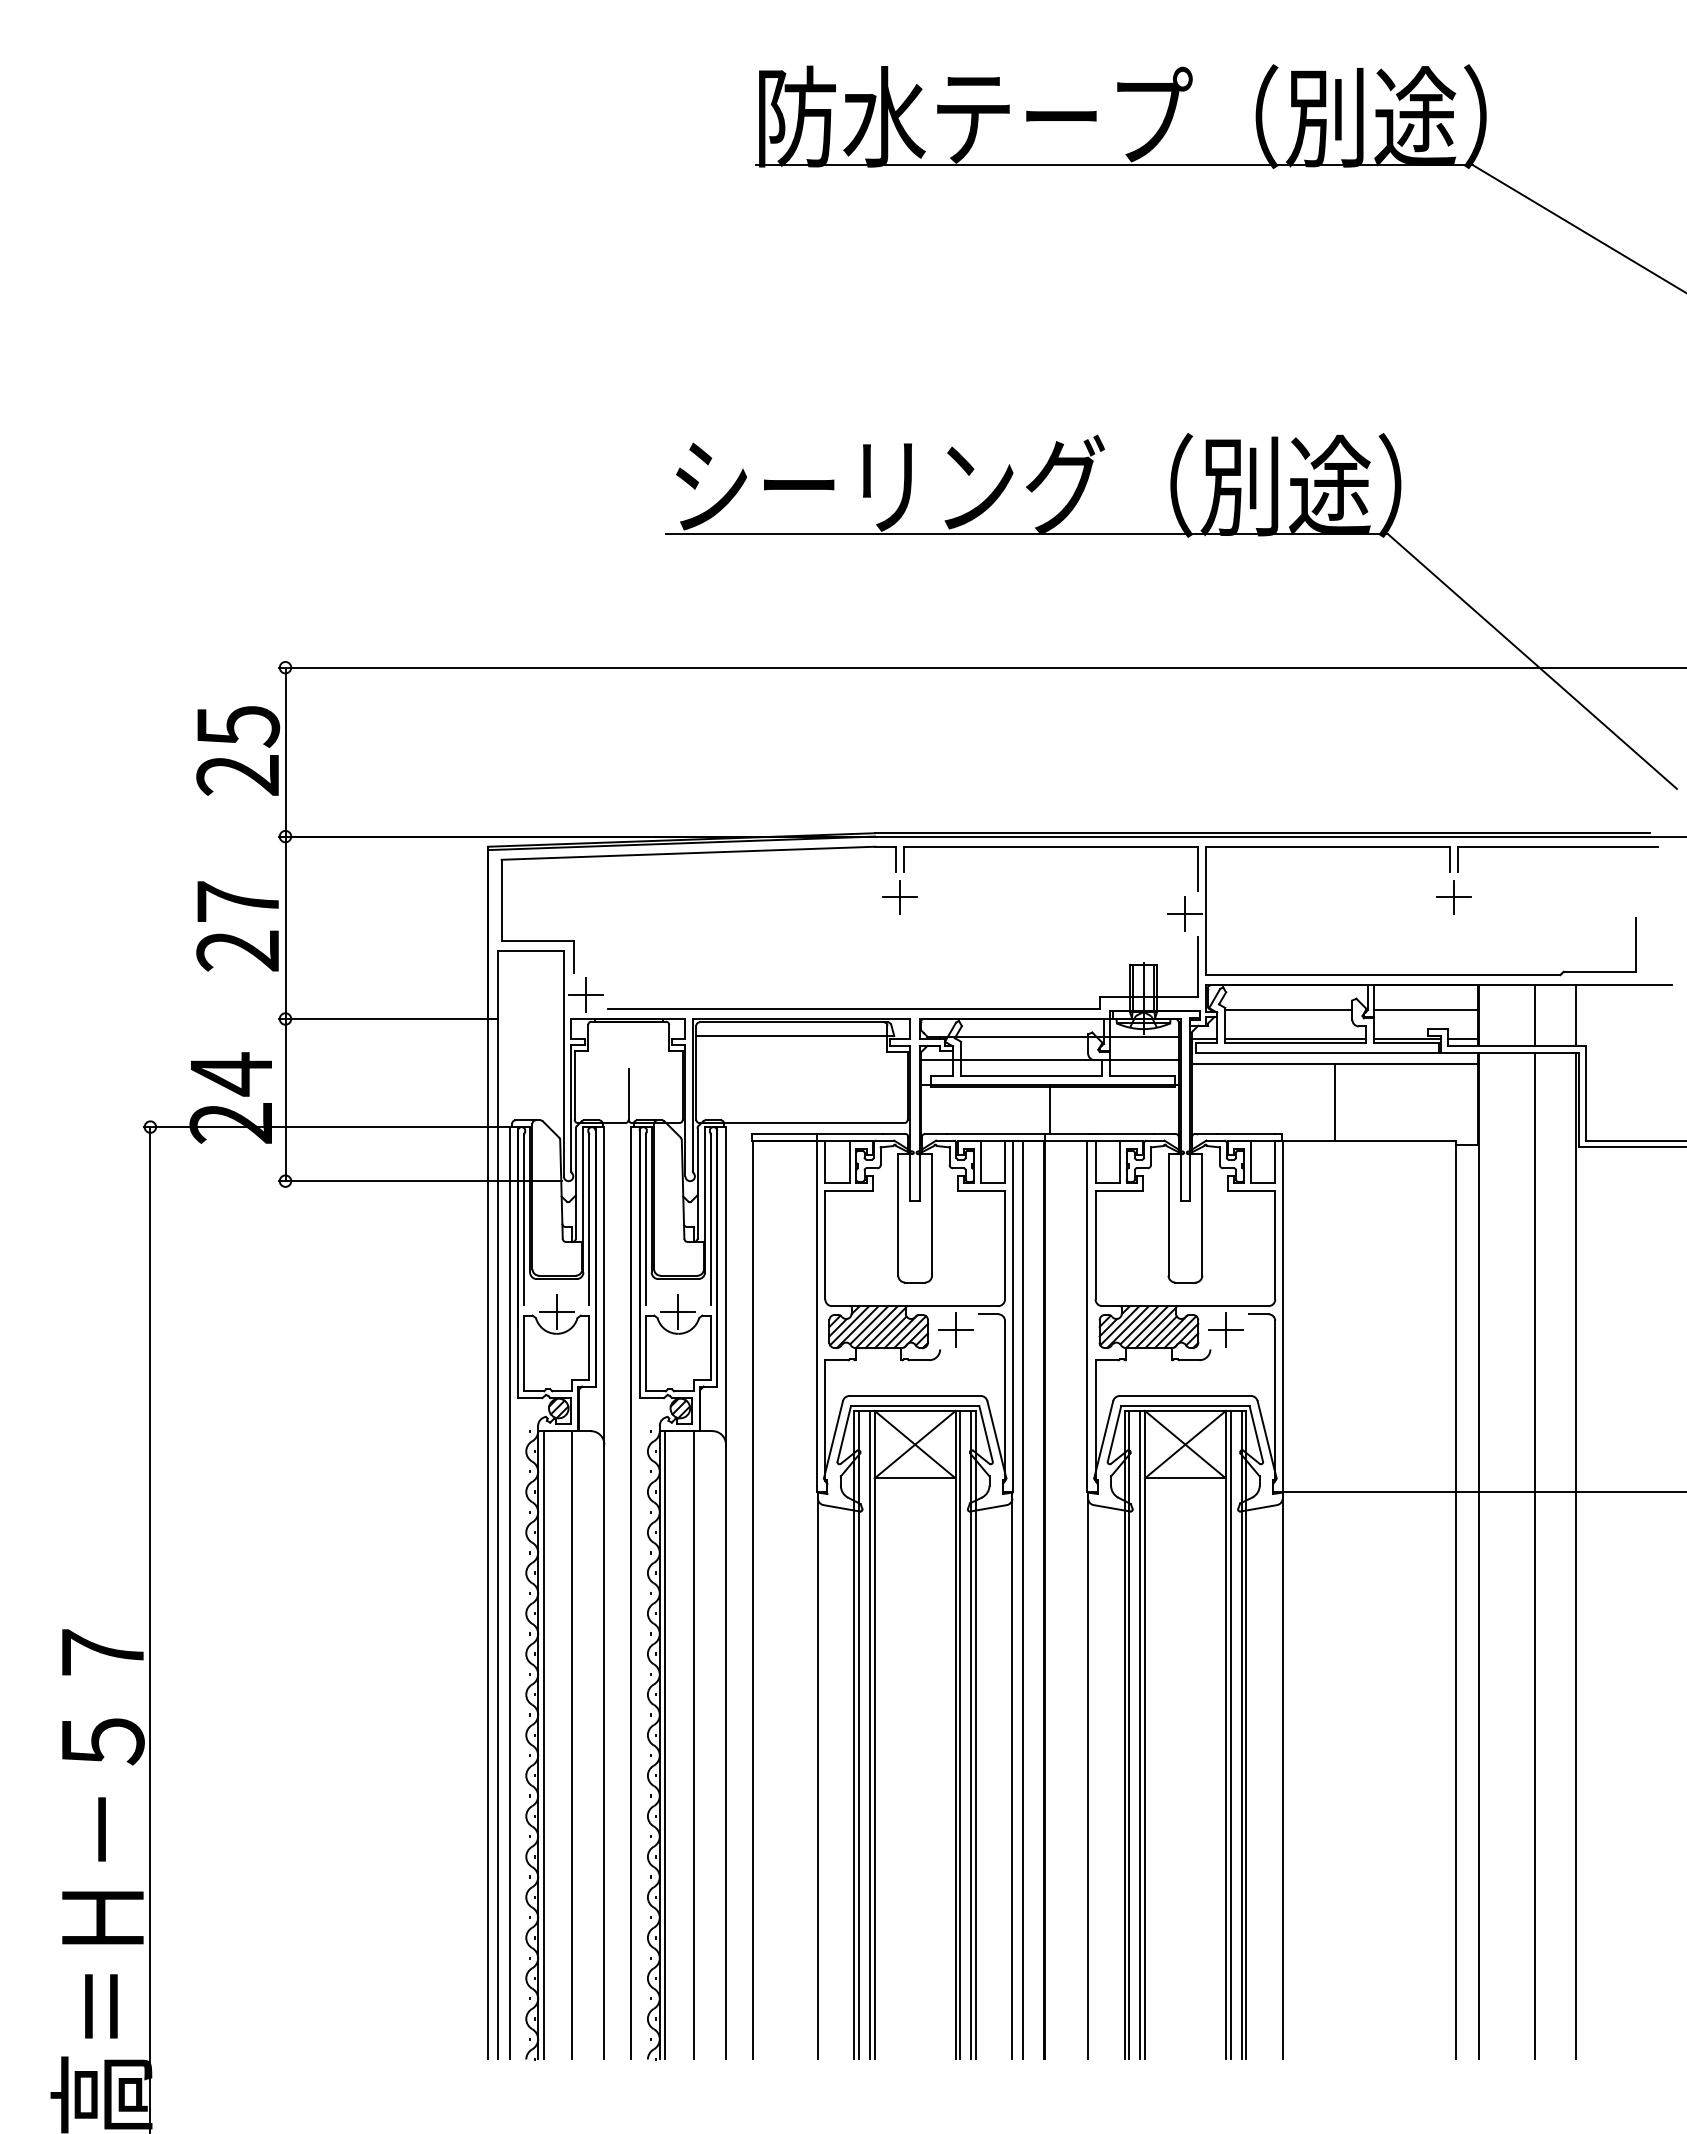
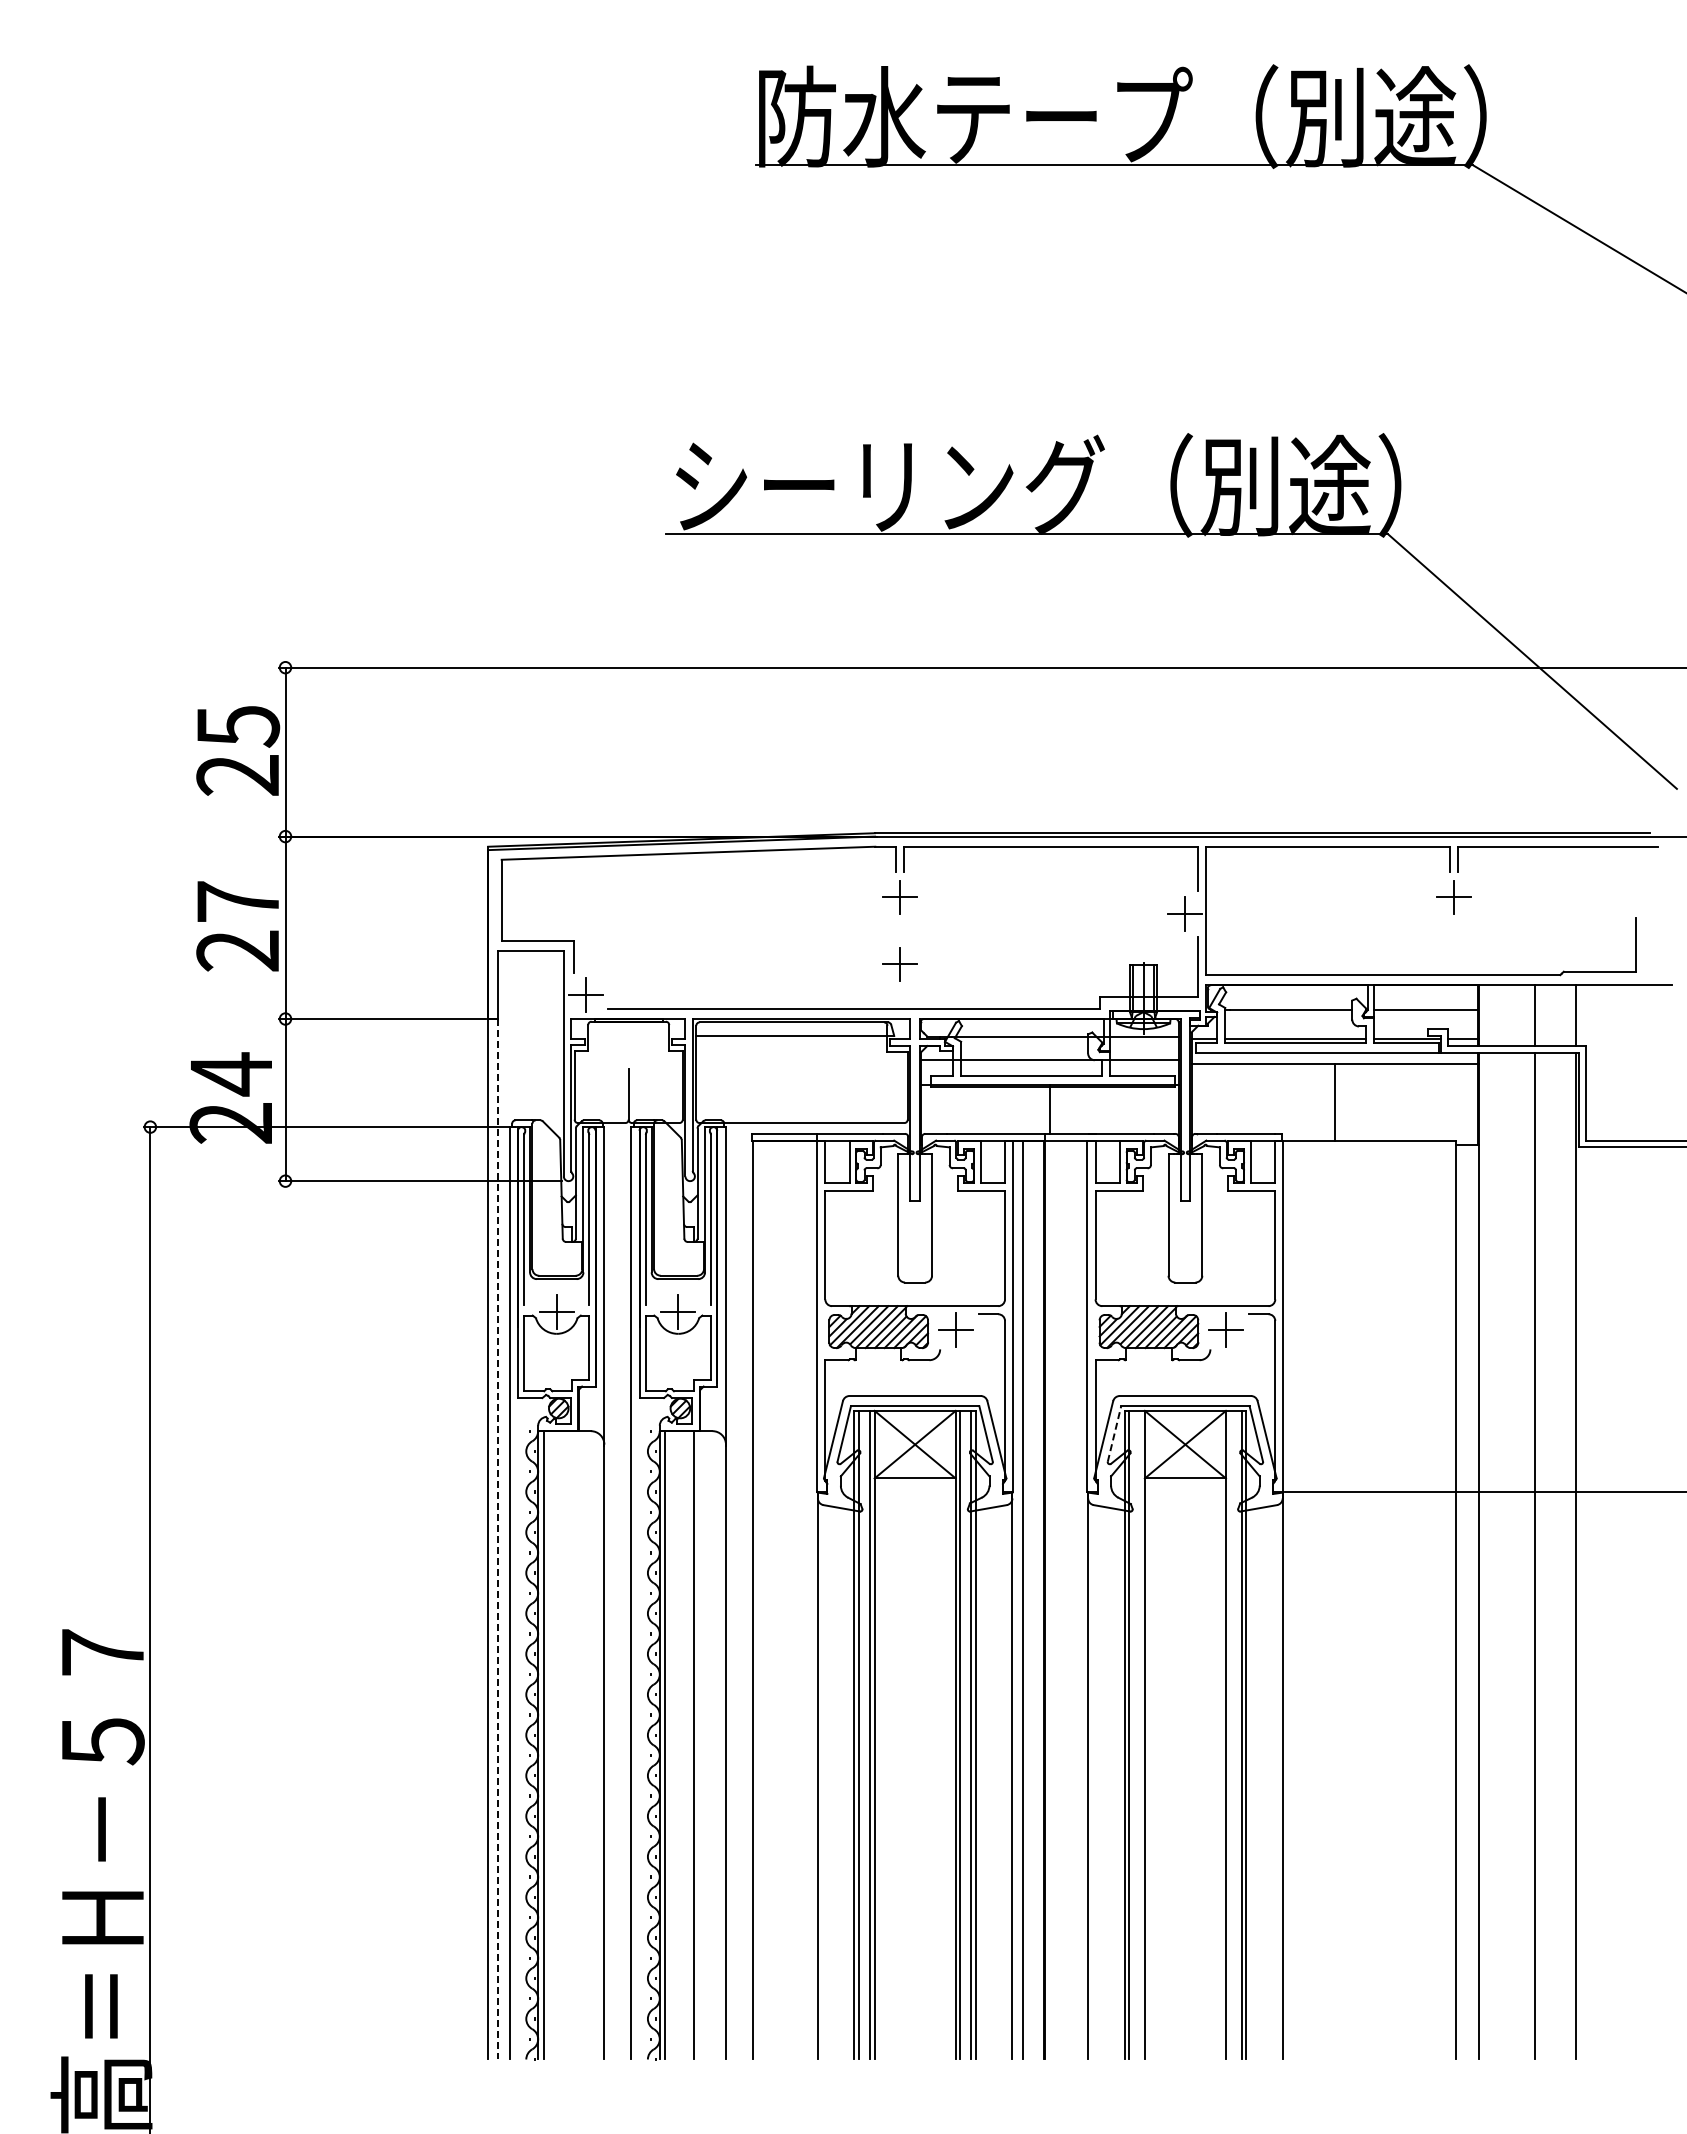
part at (899, 964): none -> present
line at (1114, 1433): solid -> dashed
line at (497, 1539): solid -> dashed
line at (1140, 1734): present -> none
line at (1230, 1734): present -> none
line at (571, 1745): present -> none
